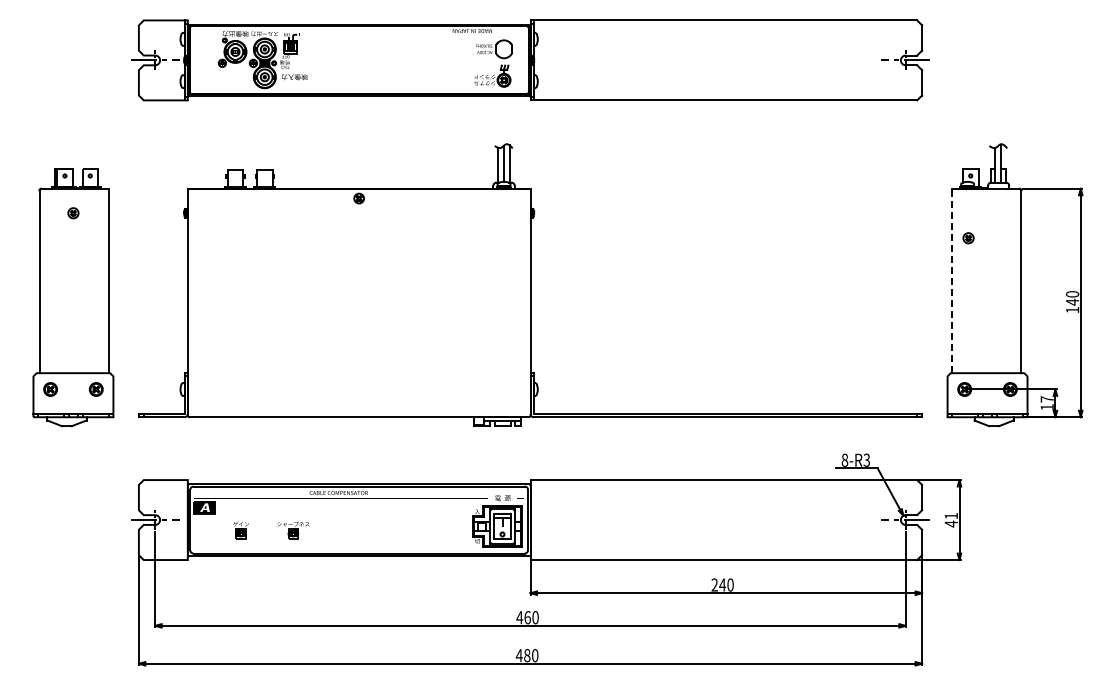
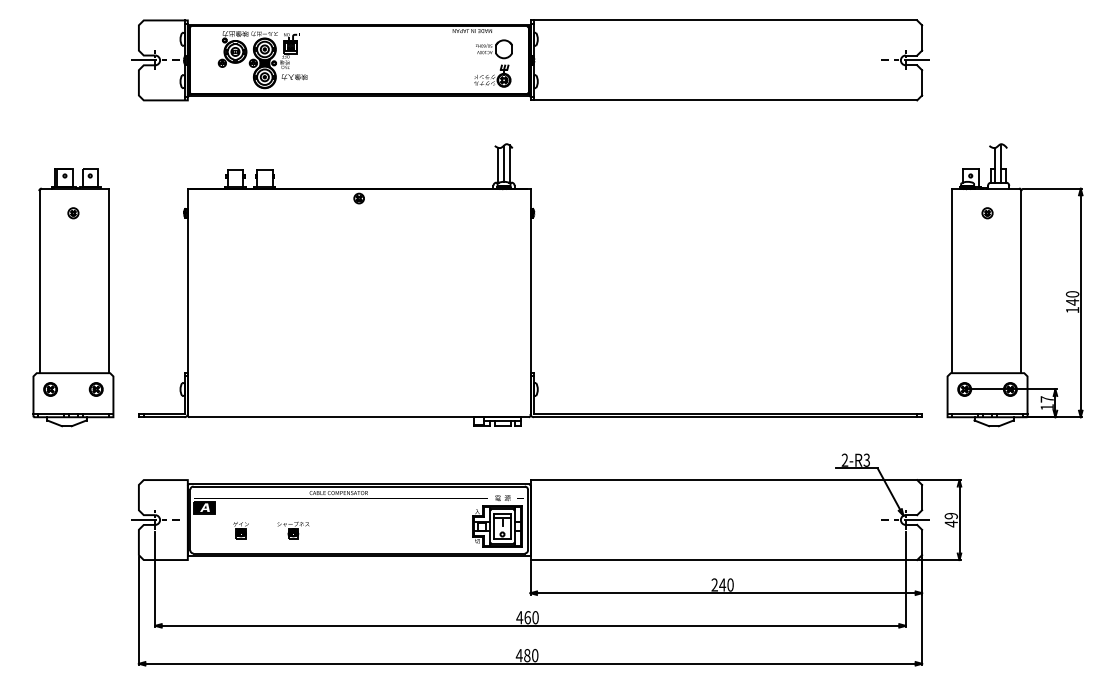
part at (968, 238) position: (968, 238) -> (987, 213)
line at (951, 280): dashed -> solid
text at (844, 459): 8-R3 -> 2-R3
text at (950, 516): 41 -> 49
